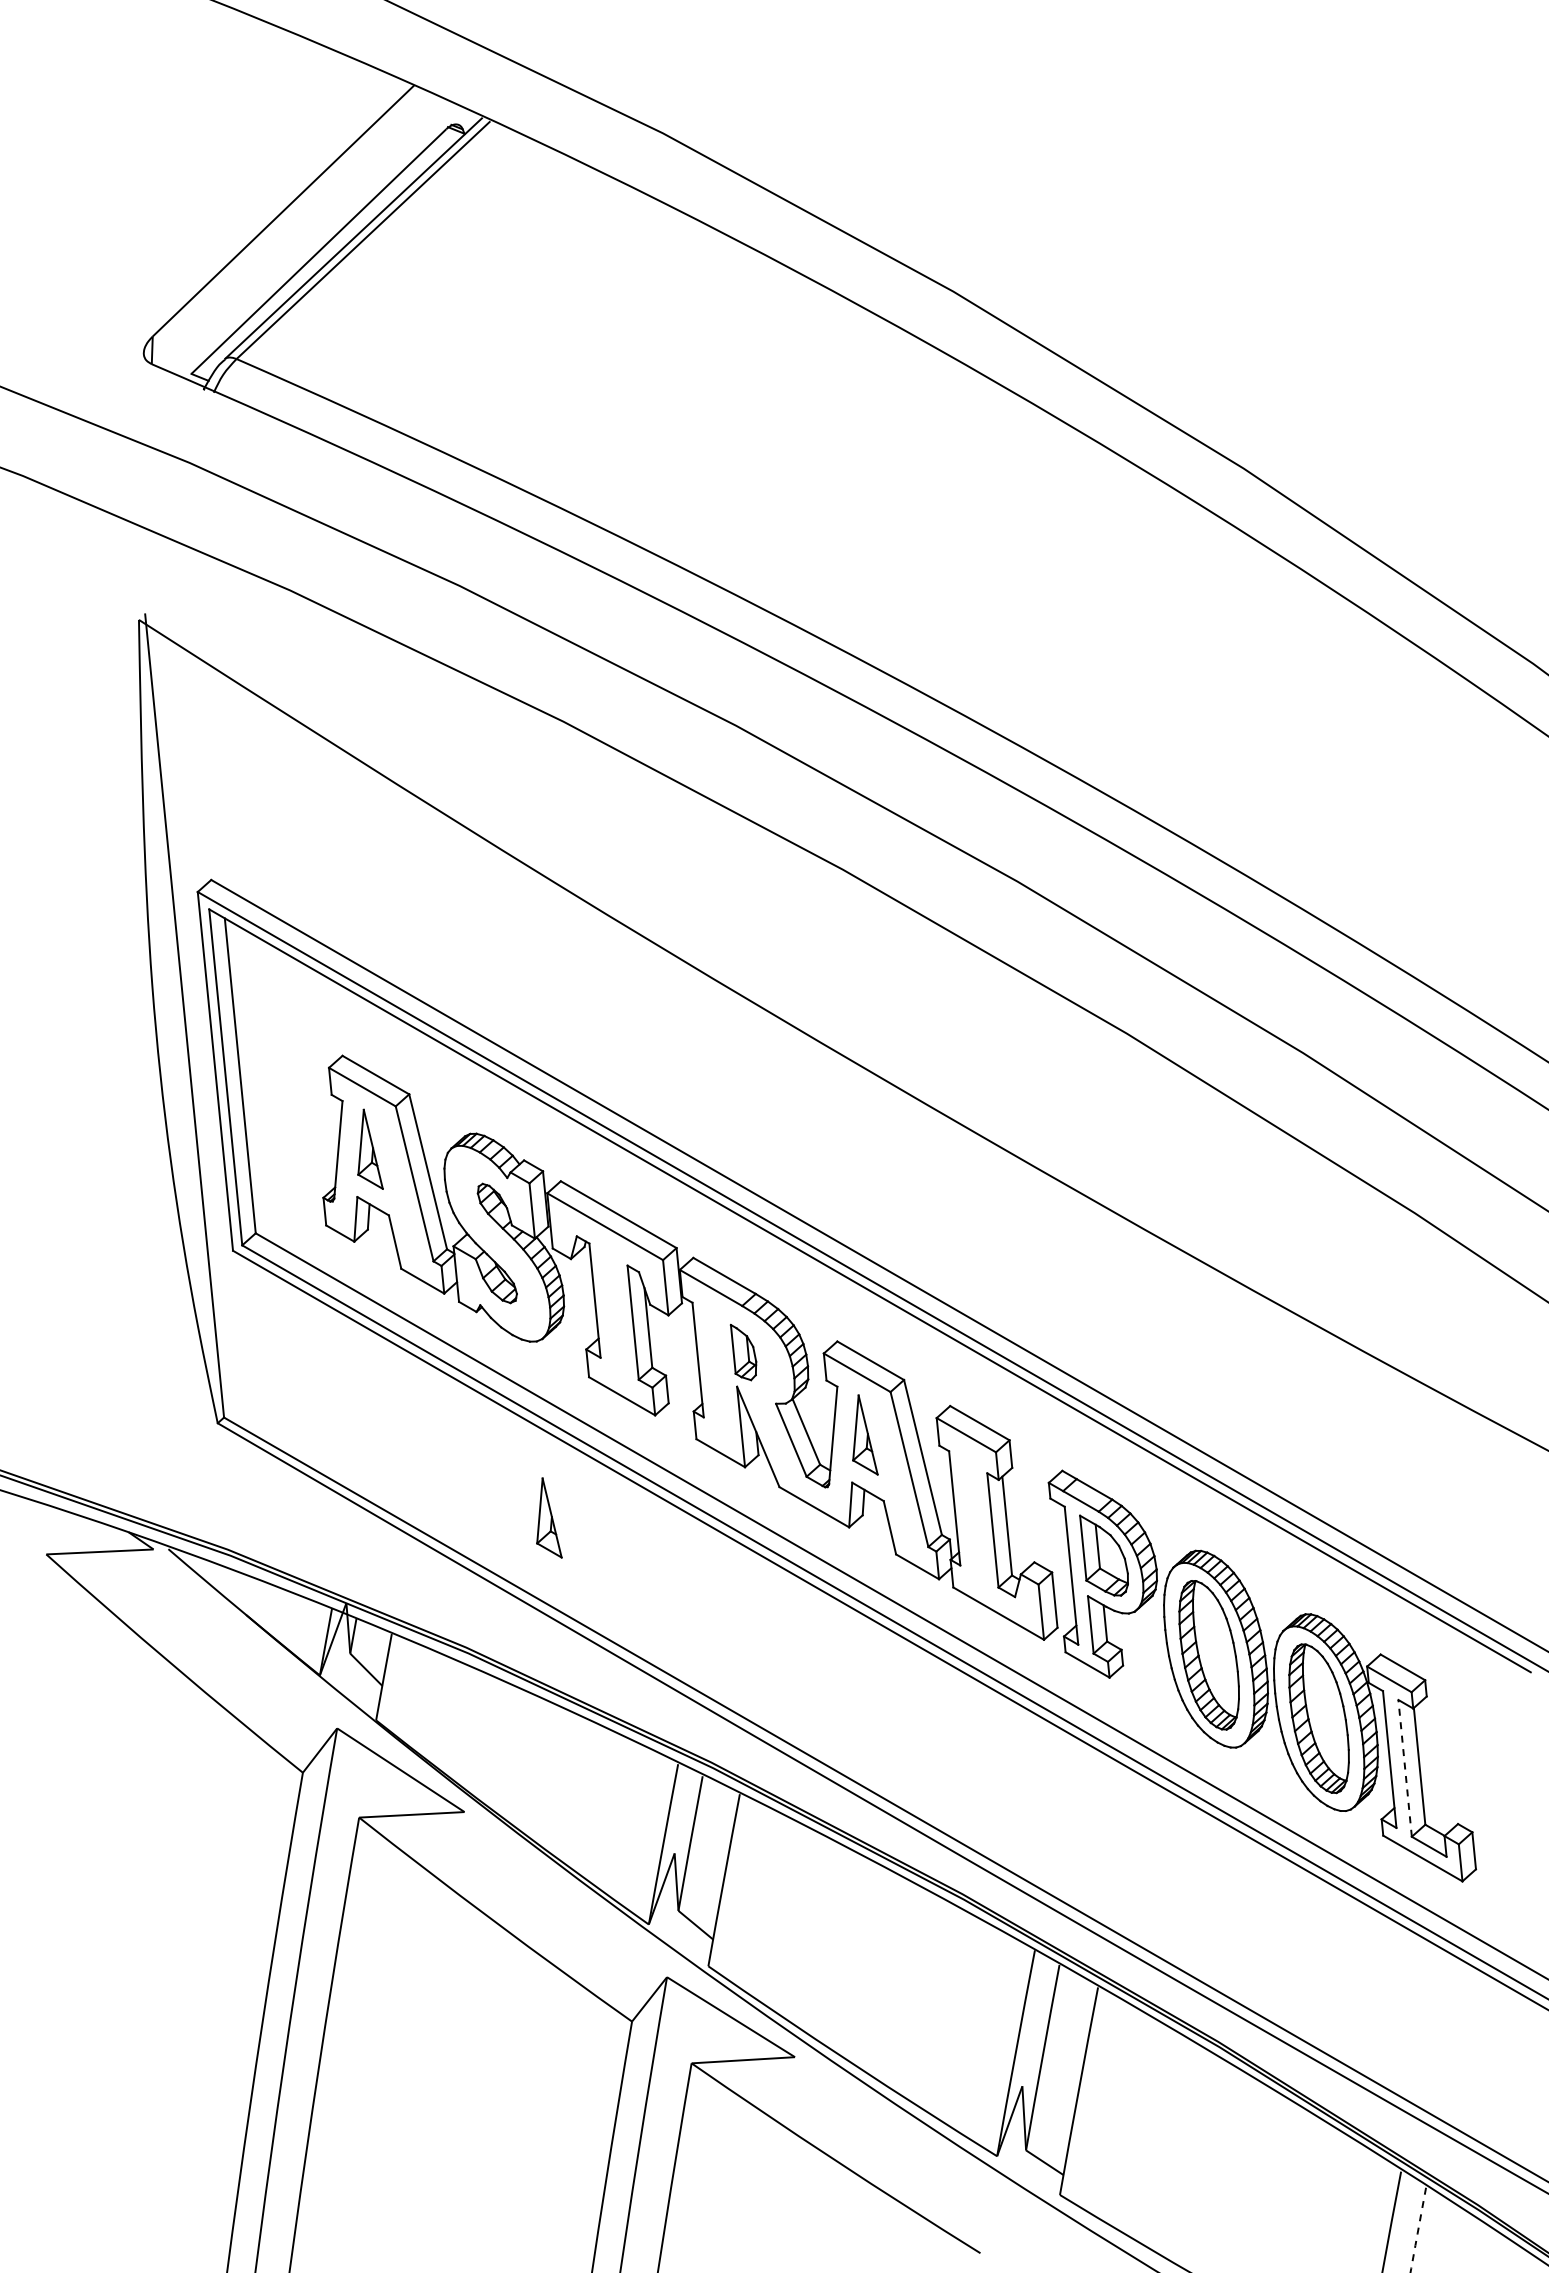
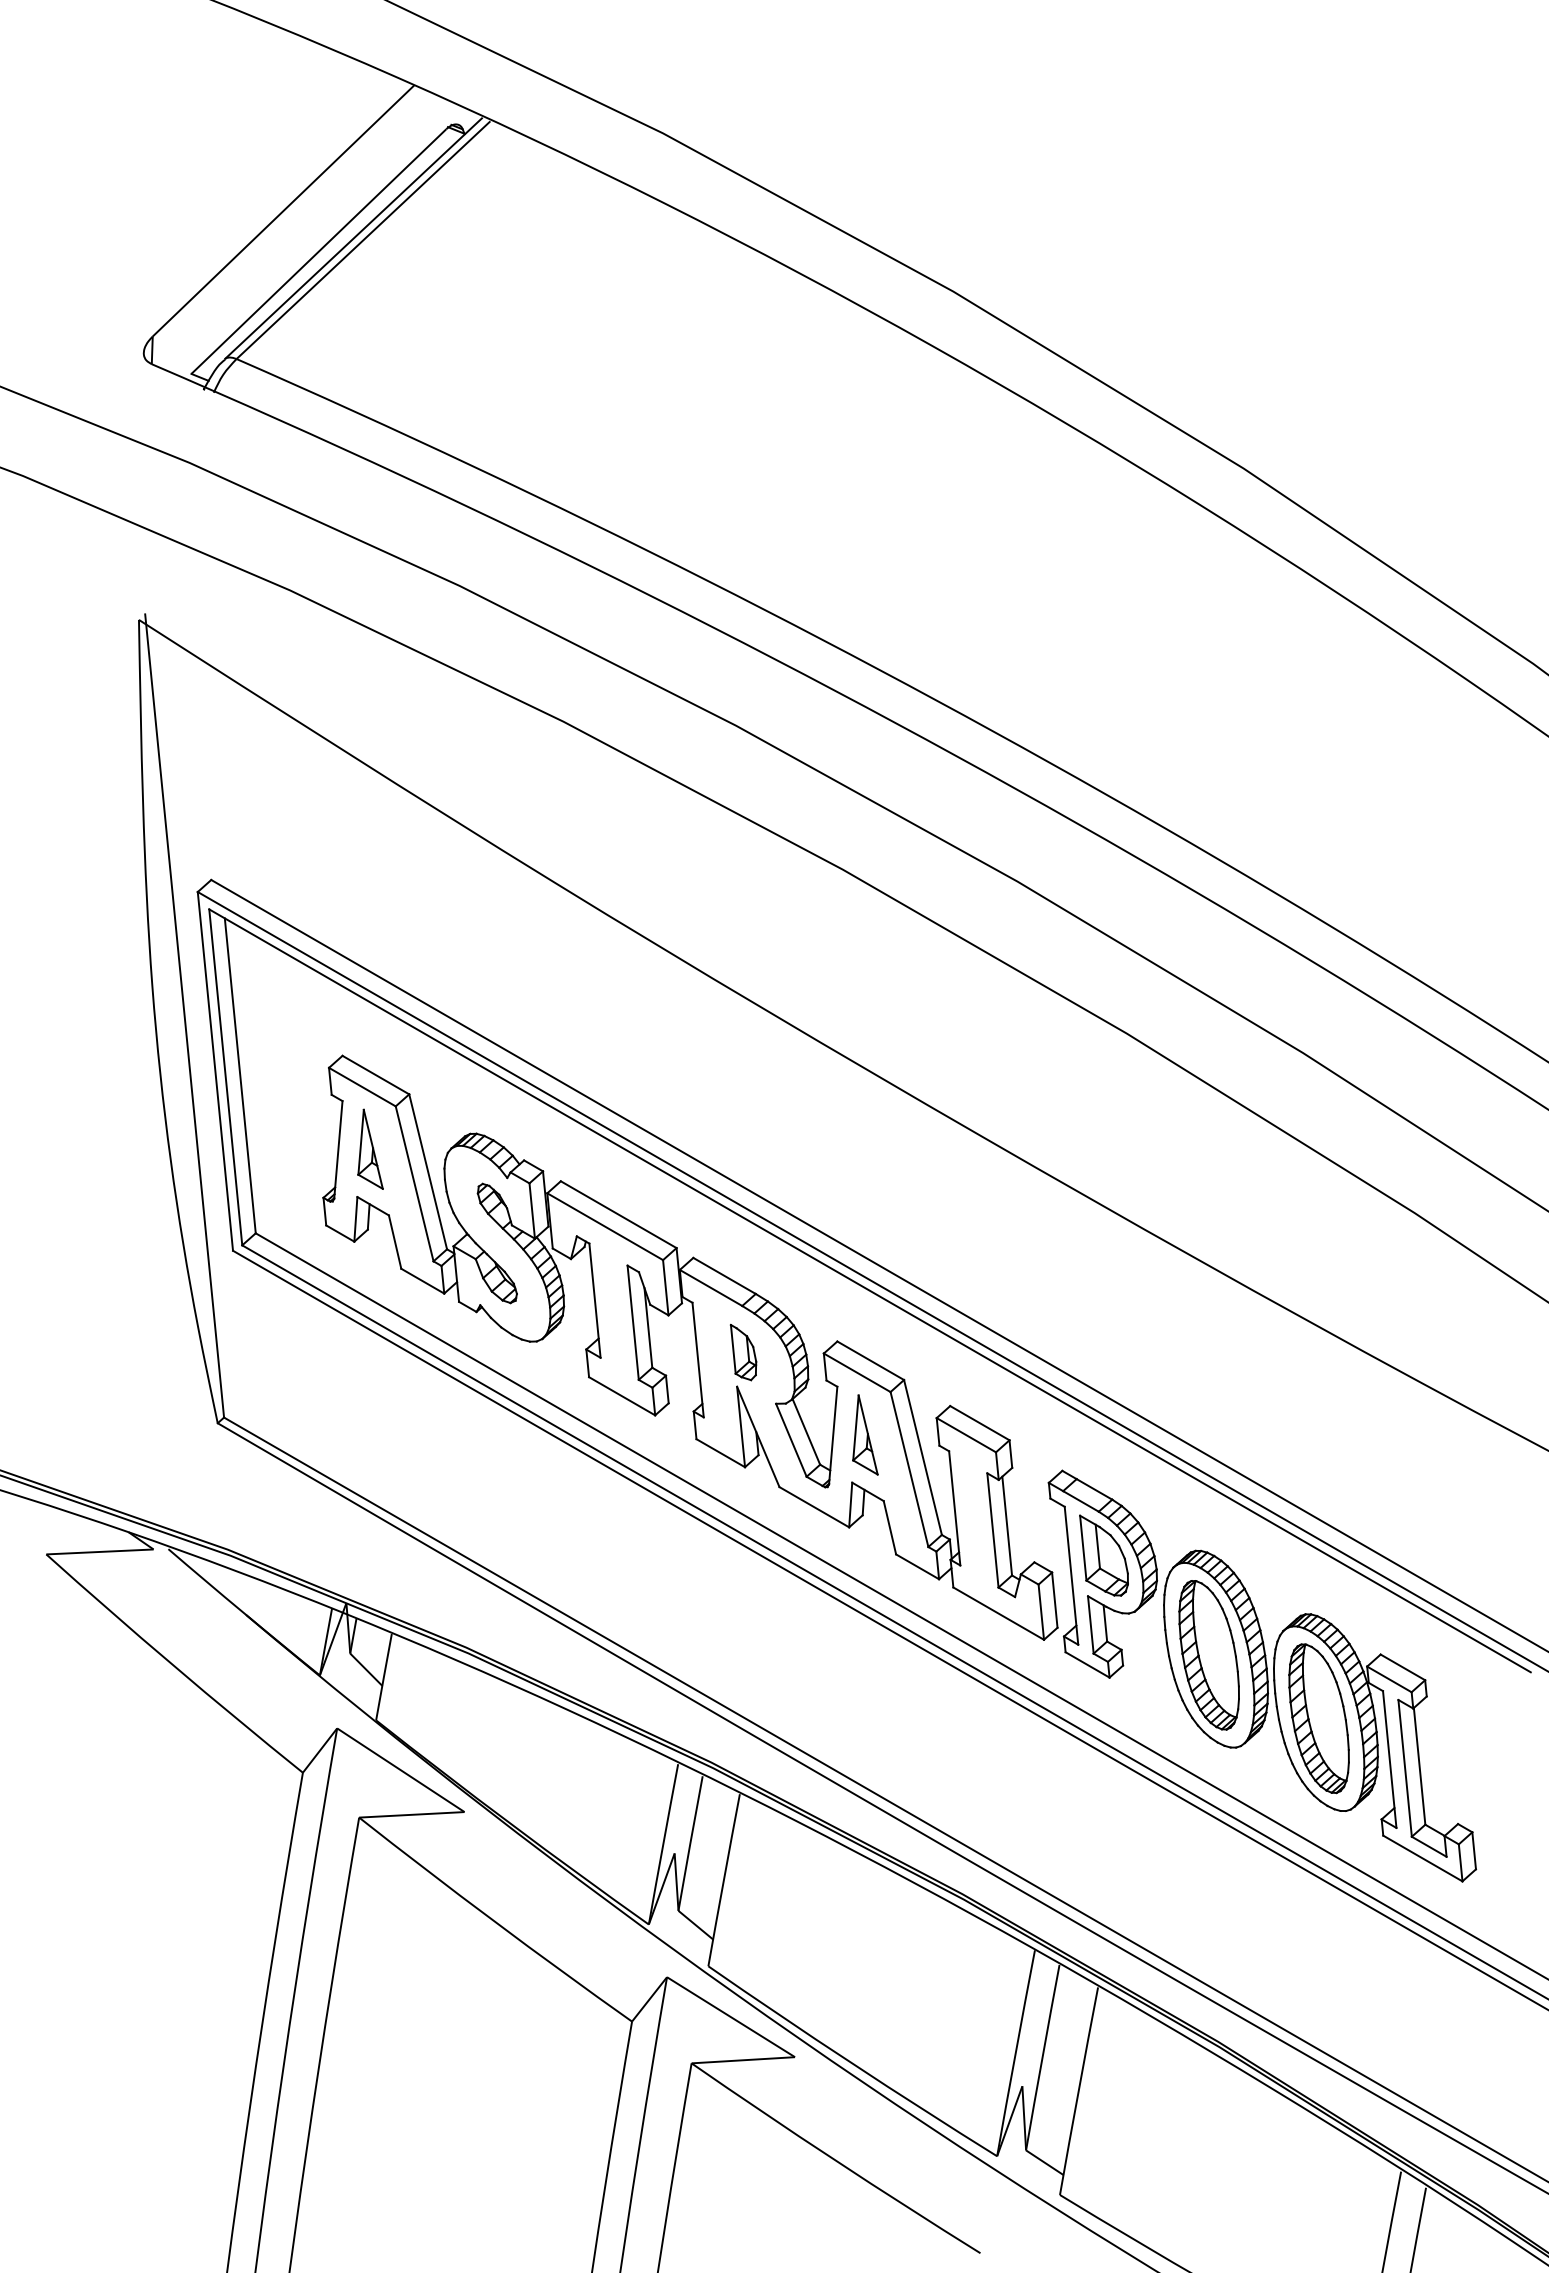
part at (549, 1517): present -> none
line at (1405, 1768): dashed -> solid
arc at (1418, 2230): dashed -> solid
